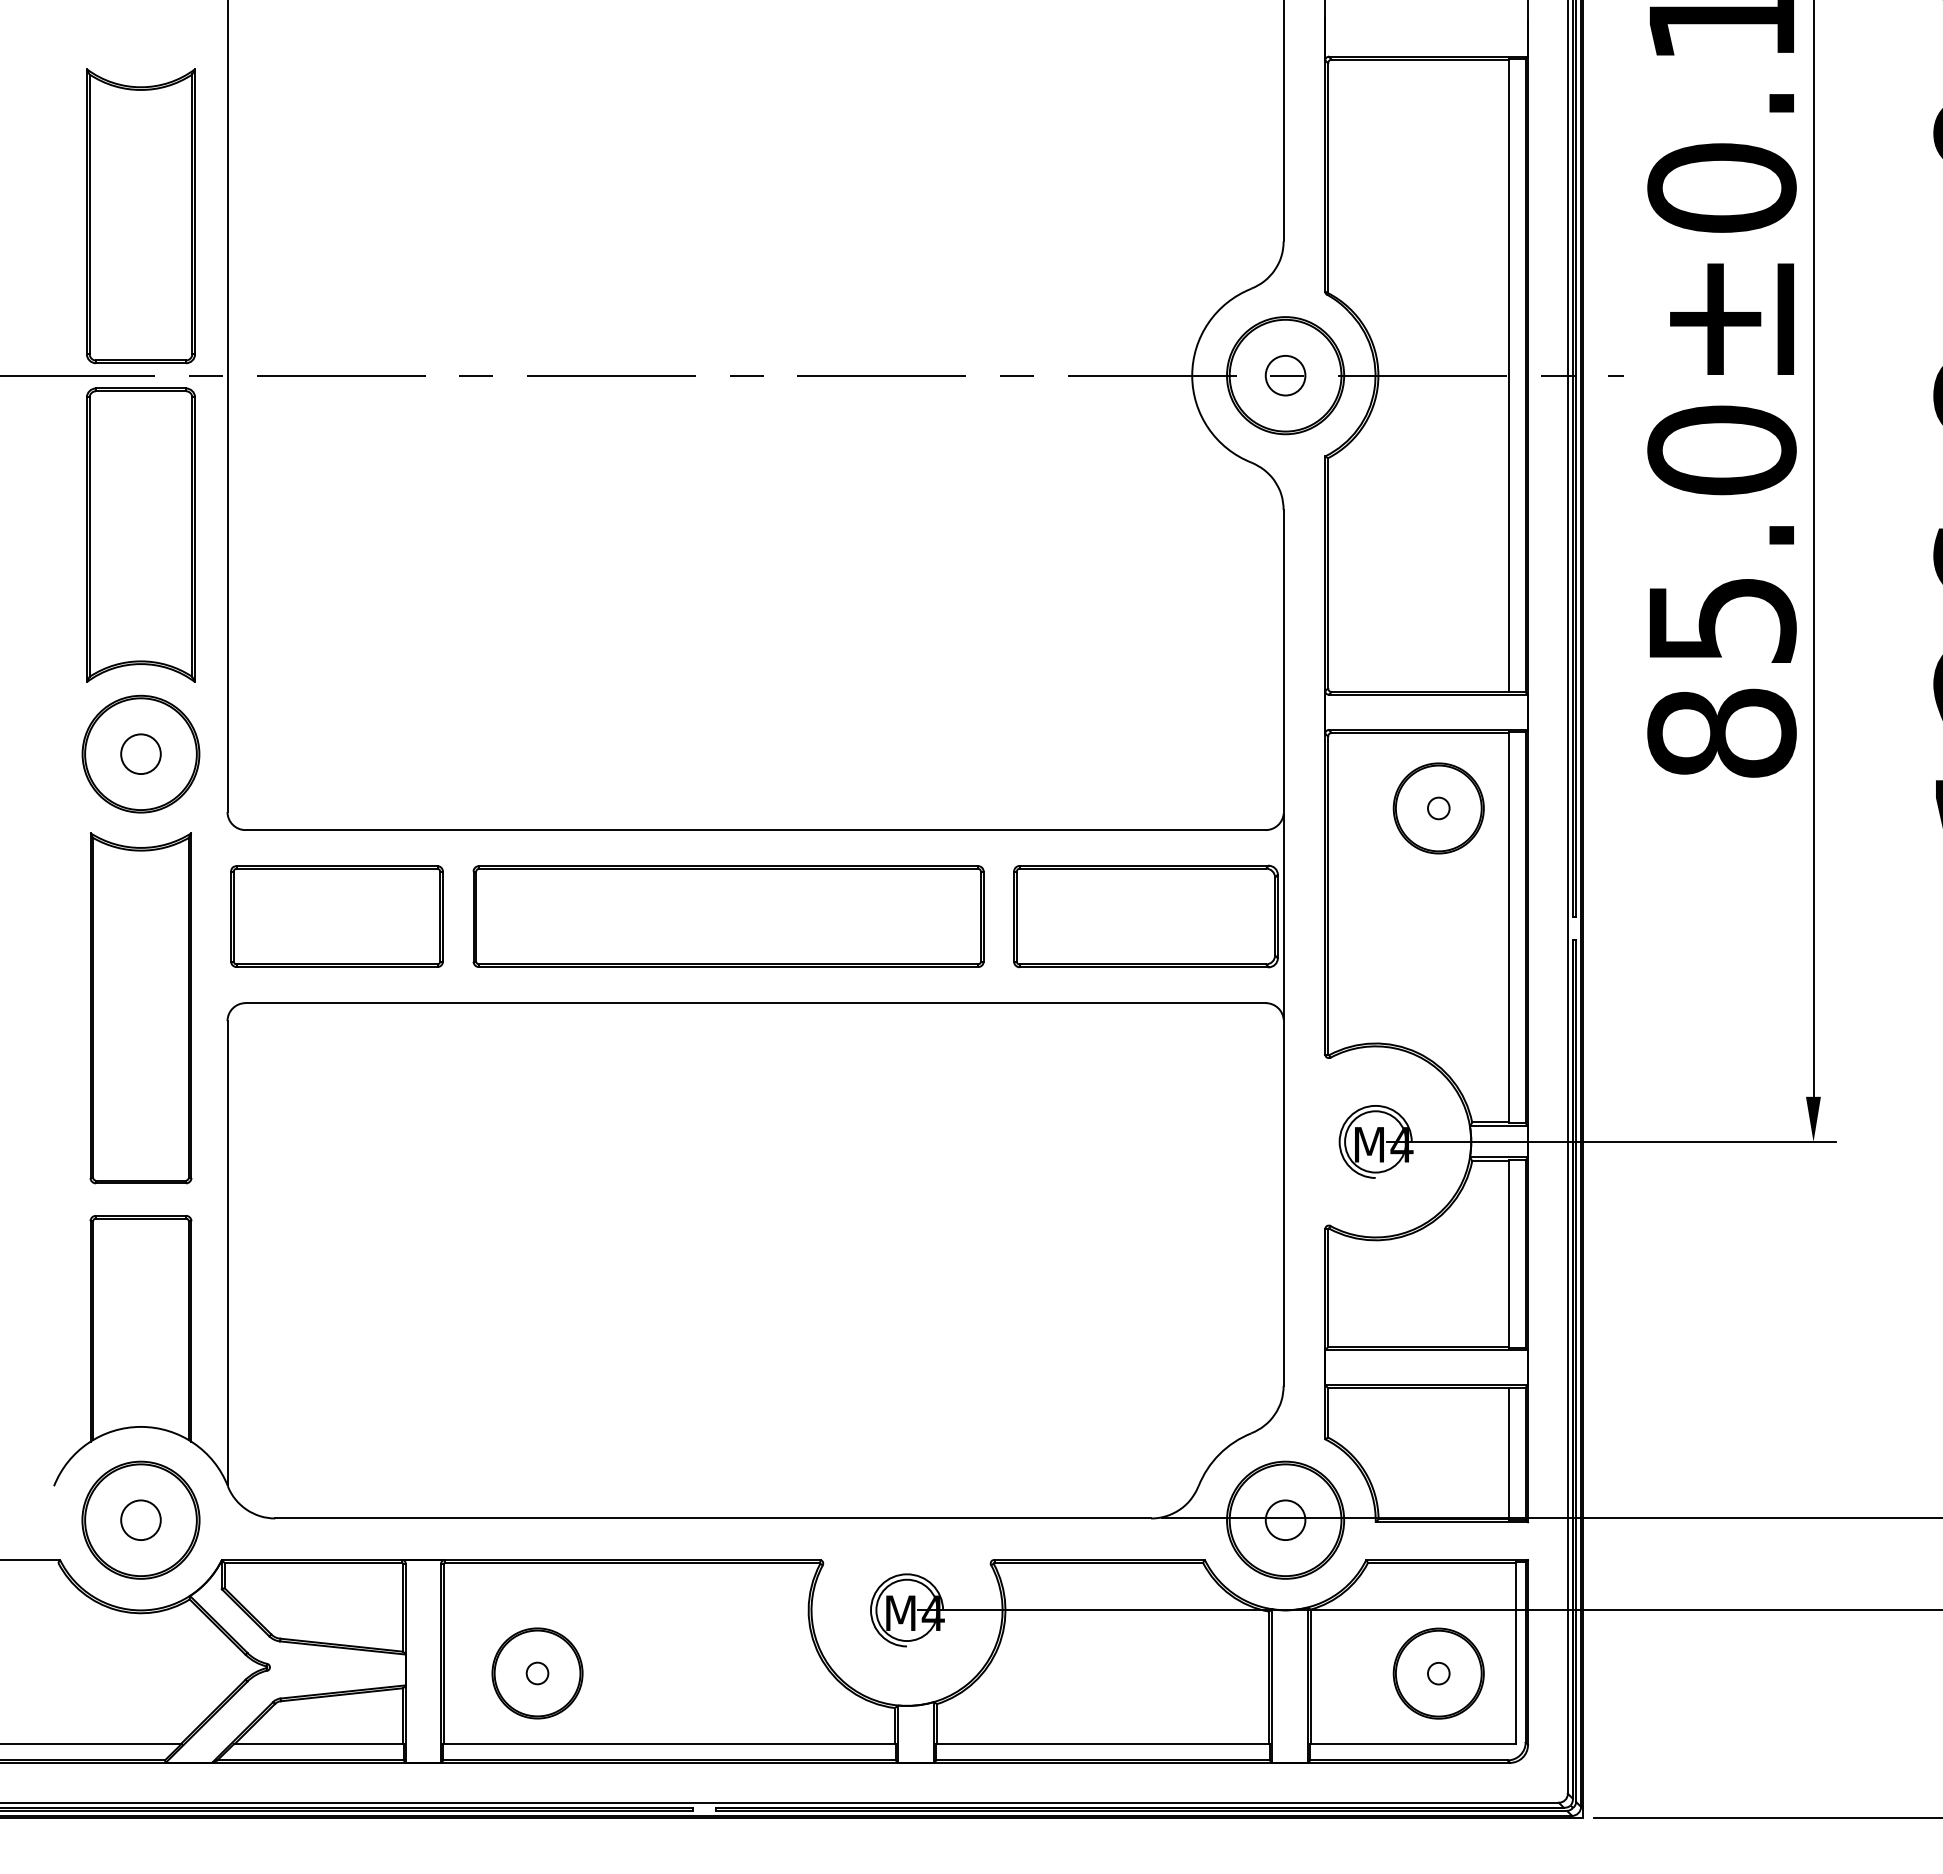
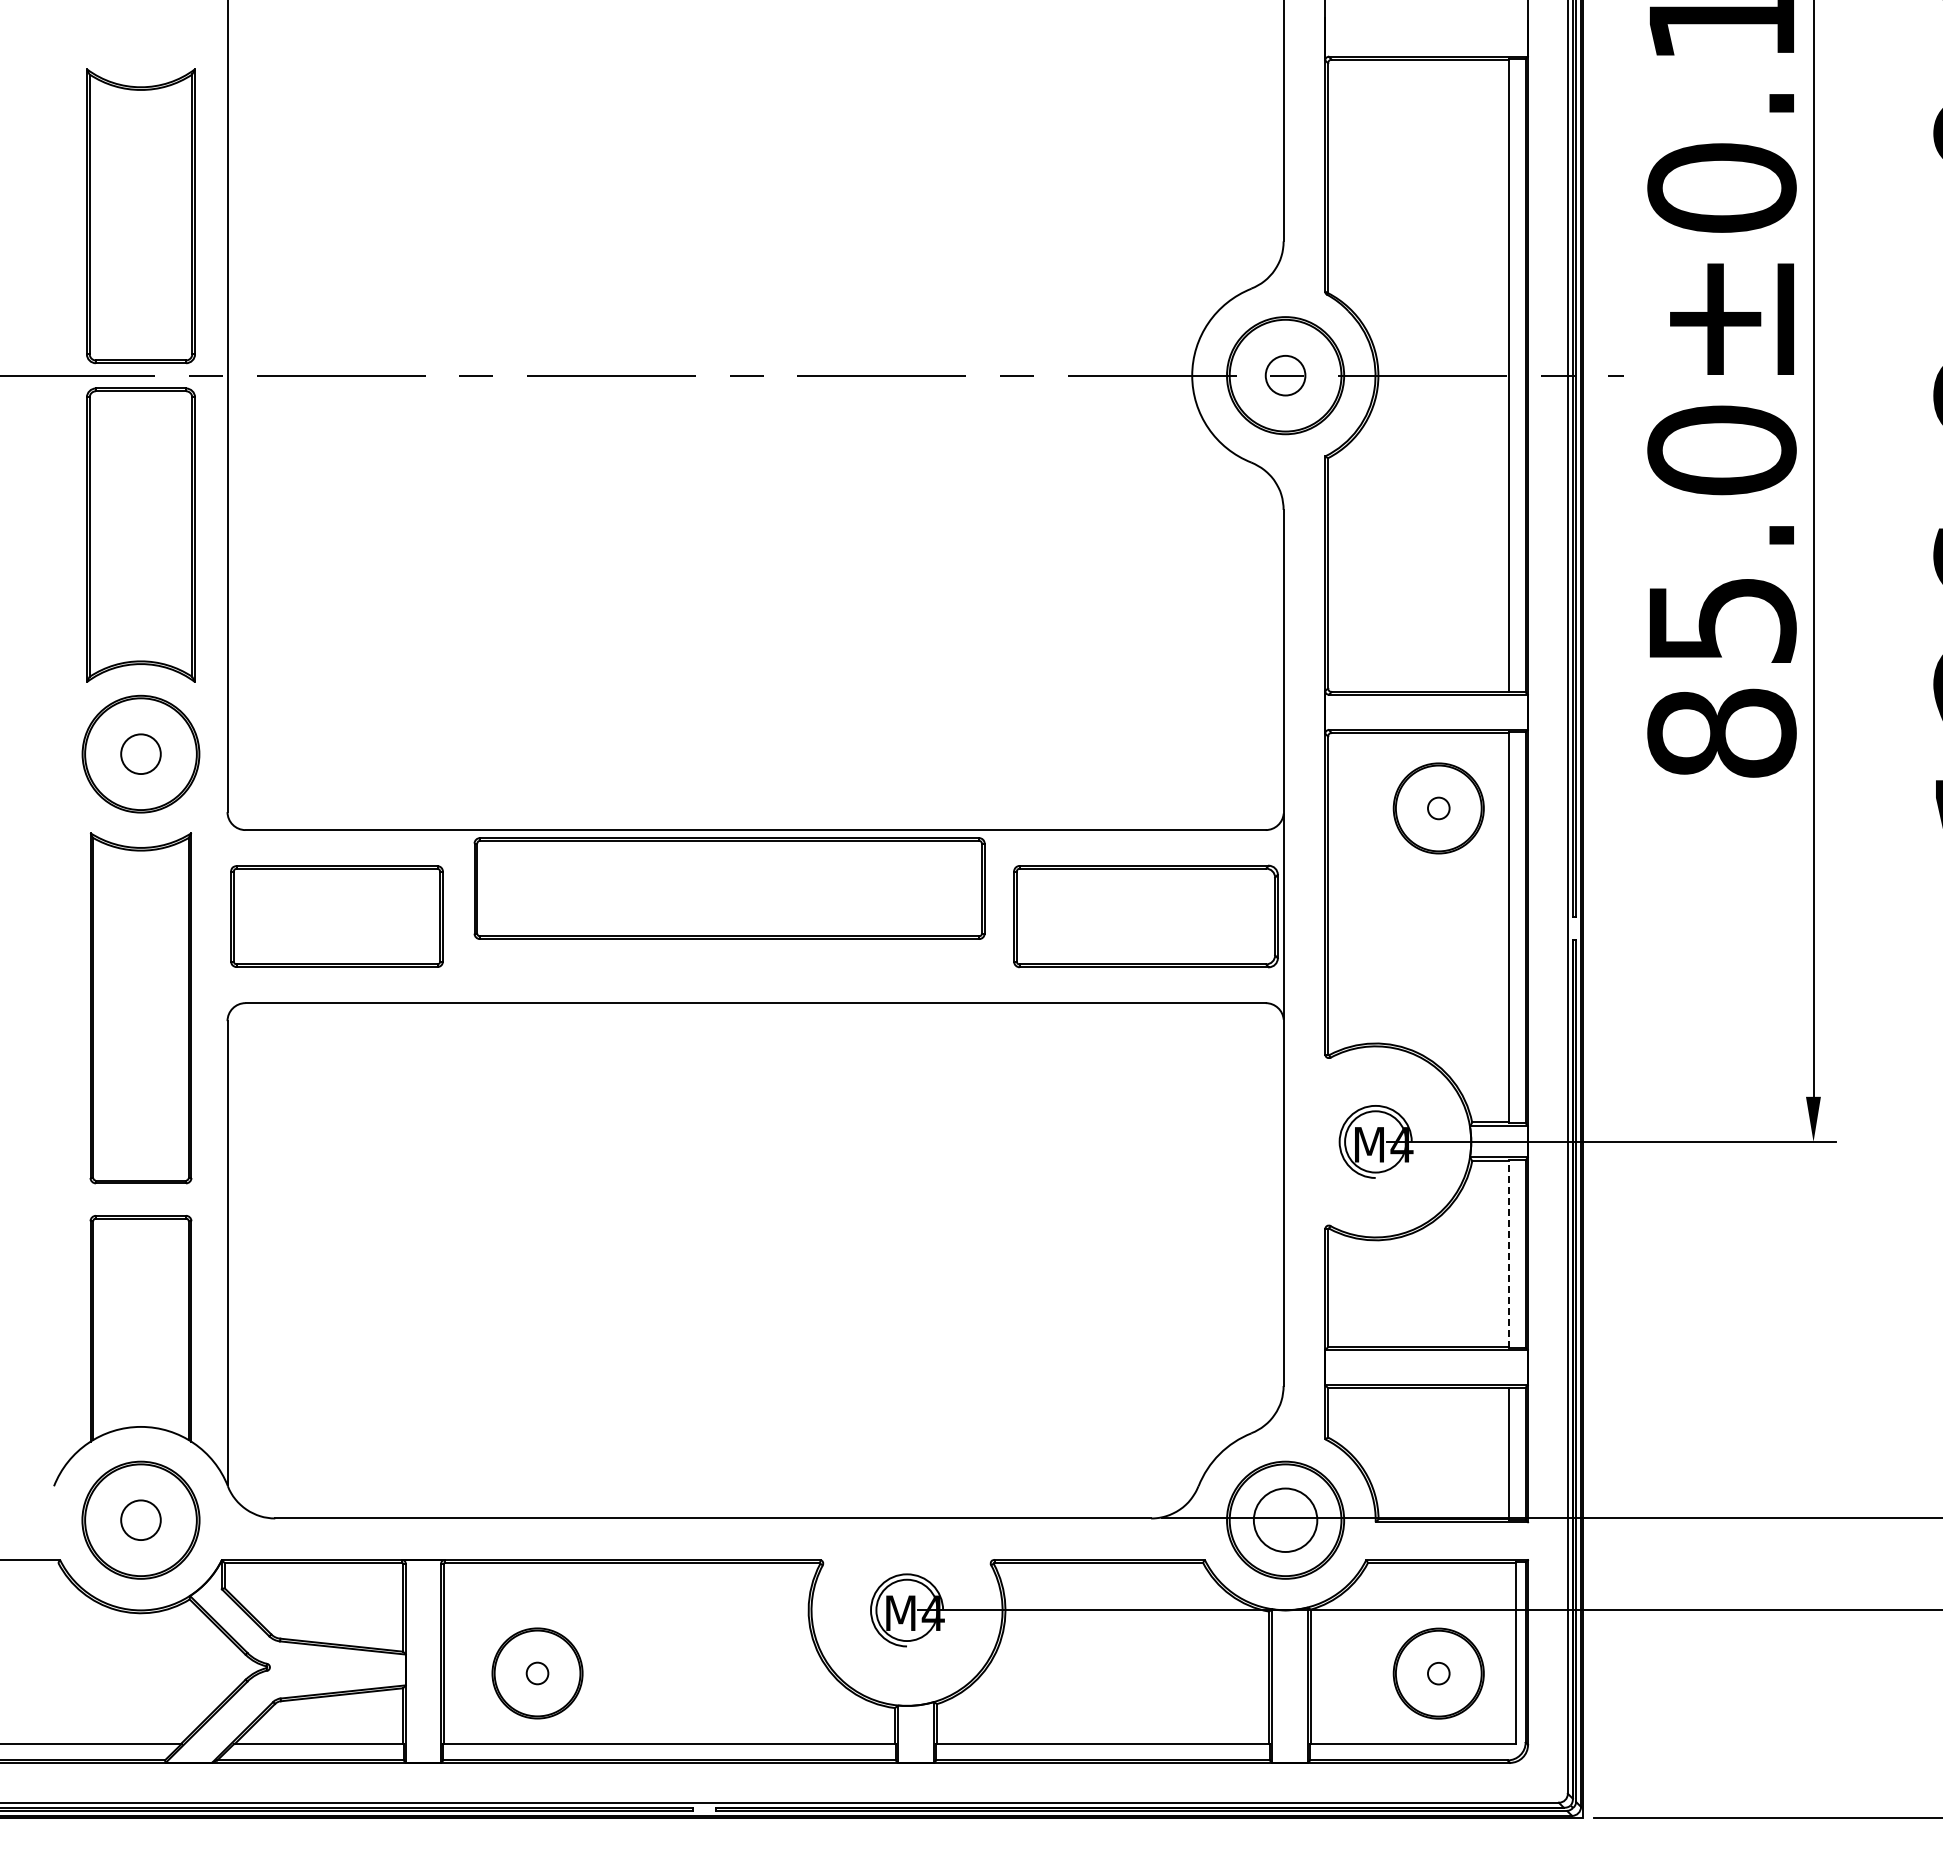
part at (728, 916) position: (728, 916) -> (729, 888)
line at (1509, 1254): solid -> dashed
circle at (1285, 1520) diameter: 40 px -> 63 px
